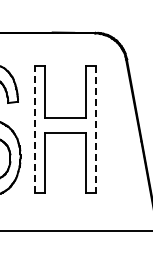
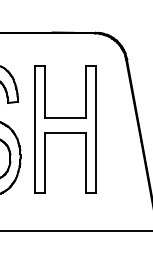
line at (34, 129): dashed -> solid
line at (96, 129): dashed -> solid
